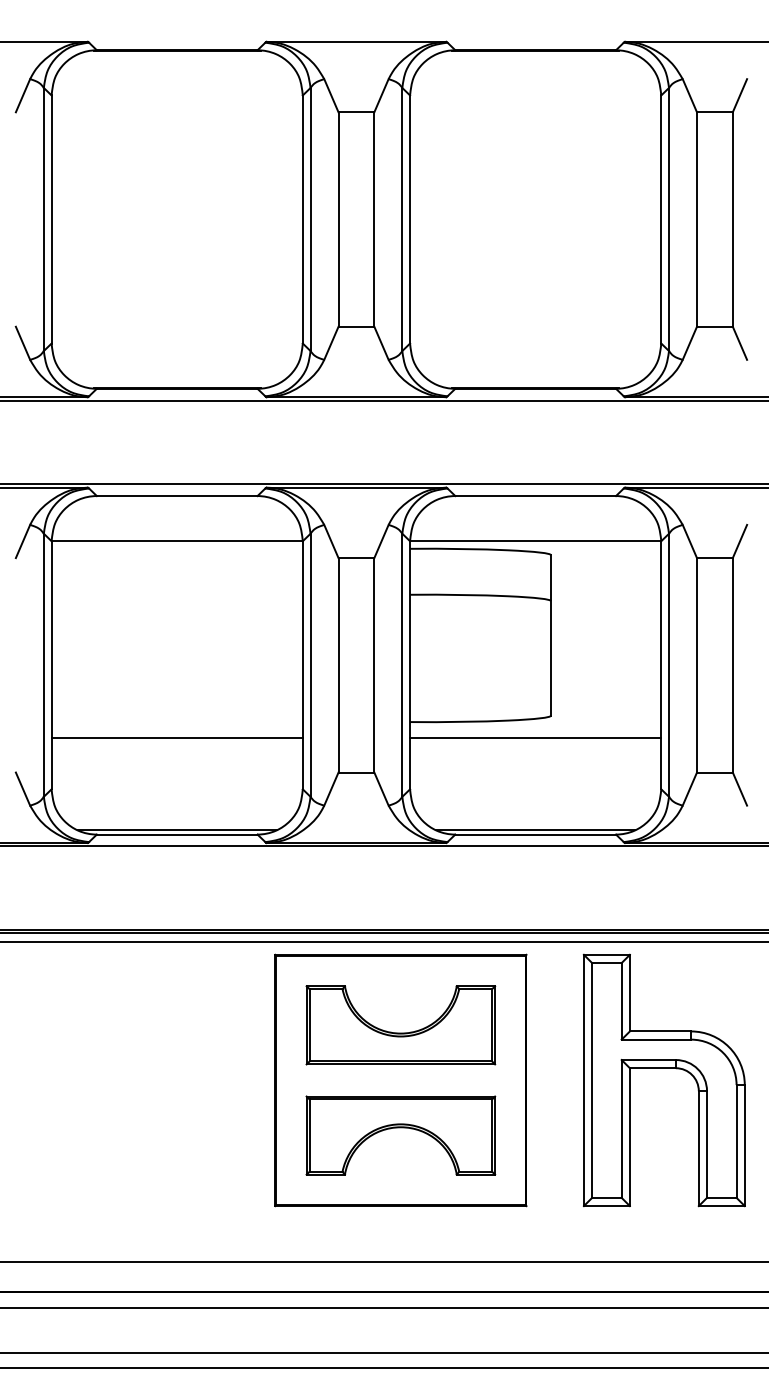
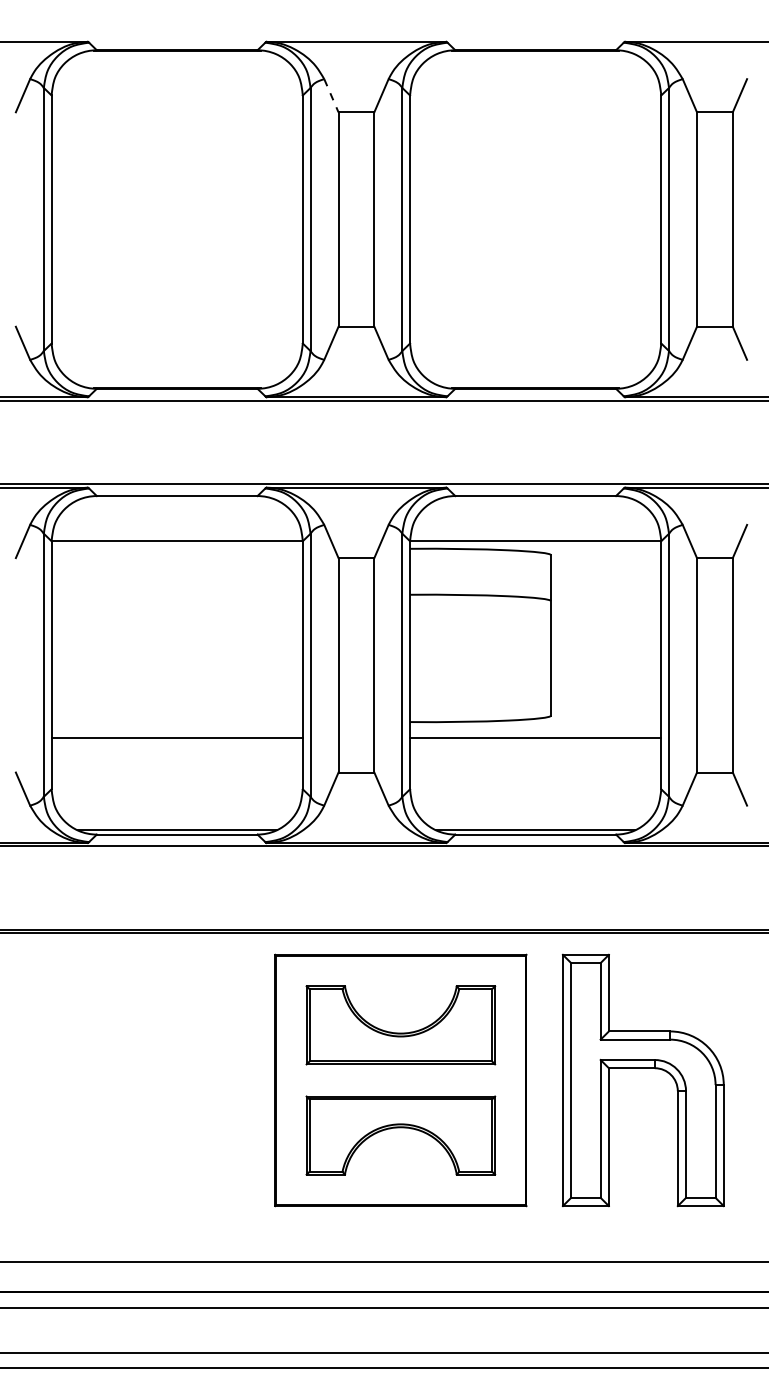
line at (331, 96): solid -> dashed
line at (383, 942): present -> none
part at (663, 1068) position: (663, 1068) -> (642, 1068)
